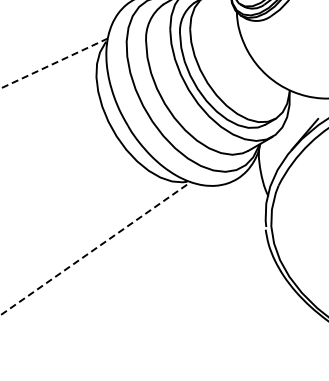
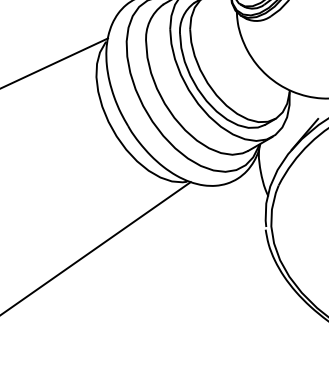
line at (53, 63): dashed -> solid
line at (95, 248): dashed -> solid
